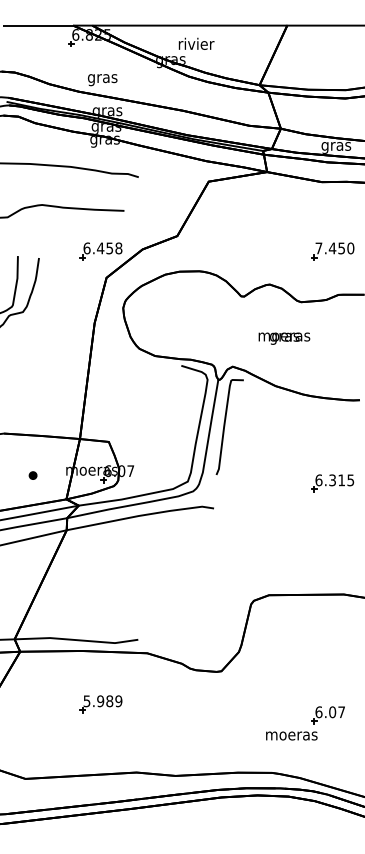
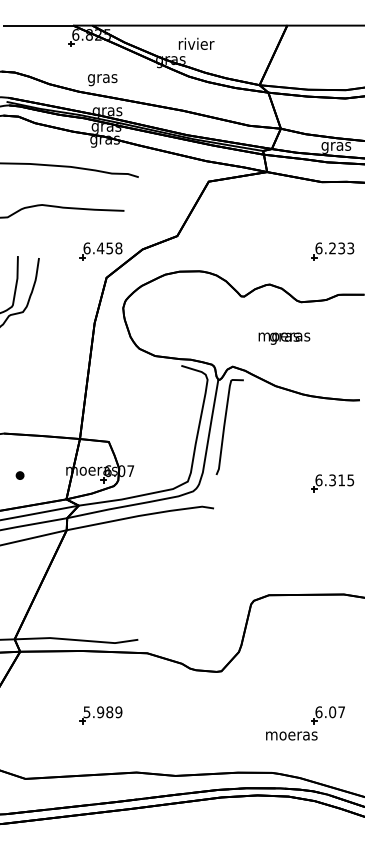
text at (334, 248): 7.450 -> 6.233
part at (32, 475) position: (32, 475) -> (19, 475)
part at (100, 704) position: (100, 704) -> (100, 715)
